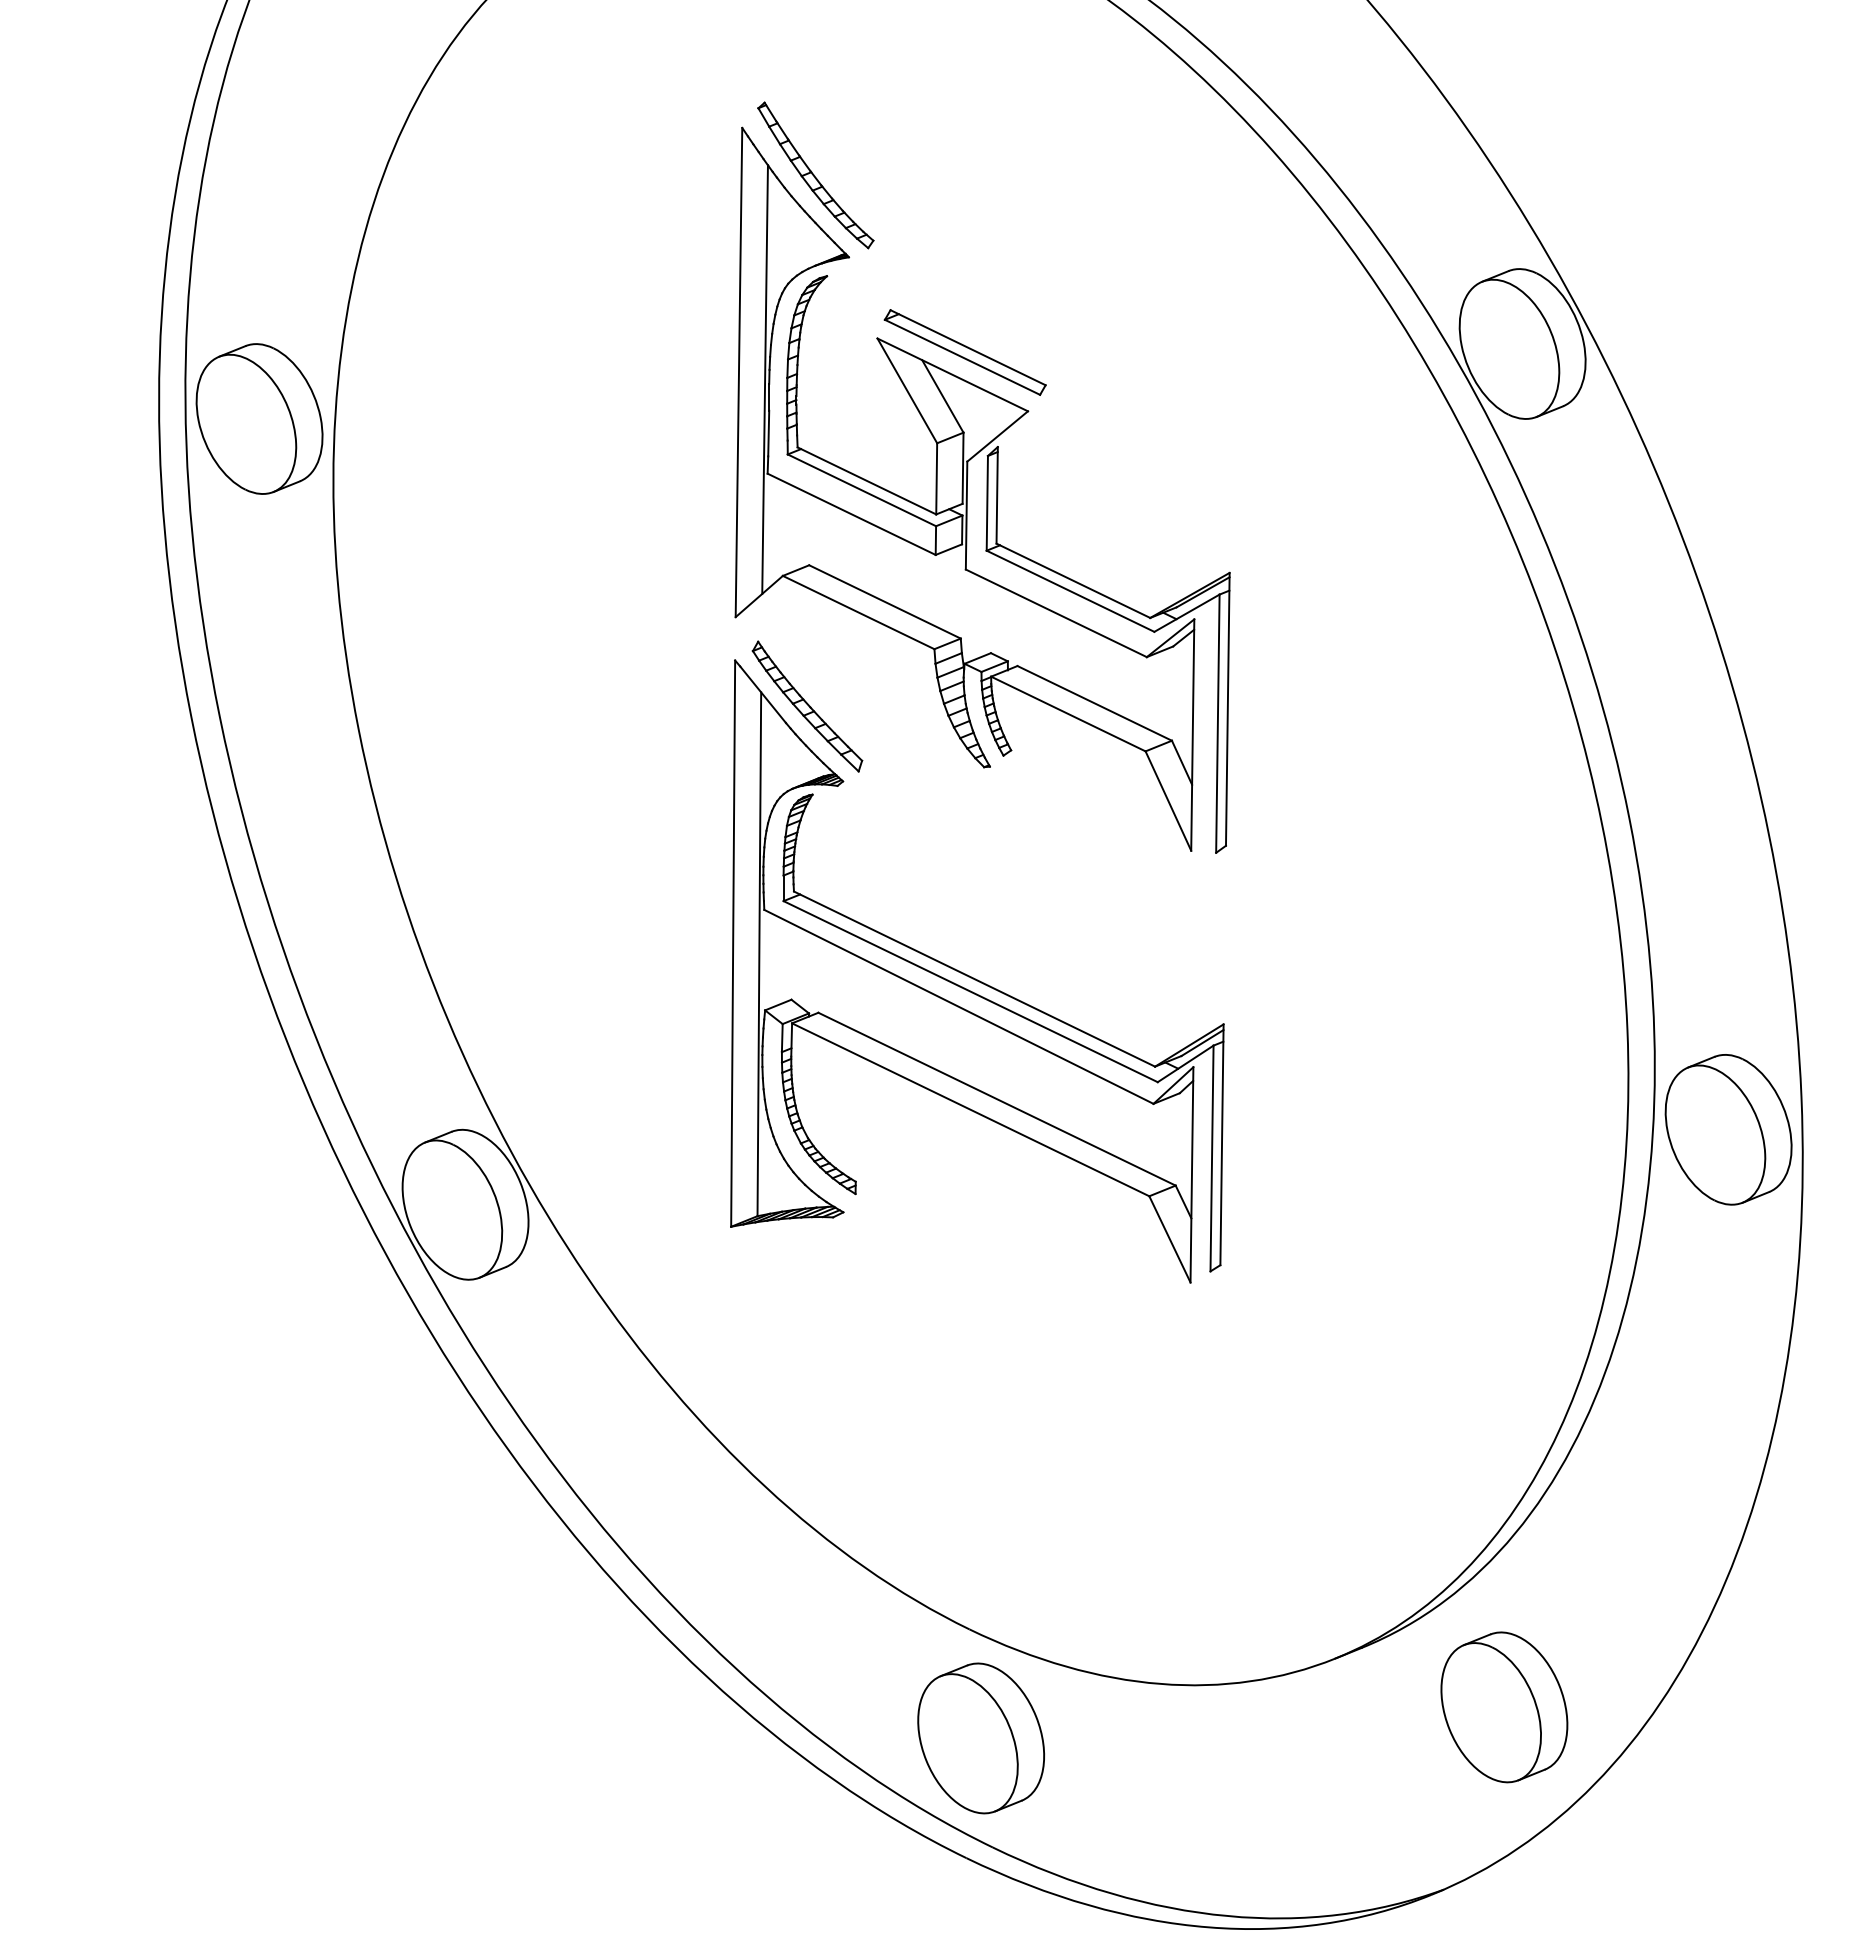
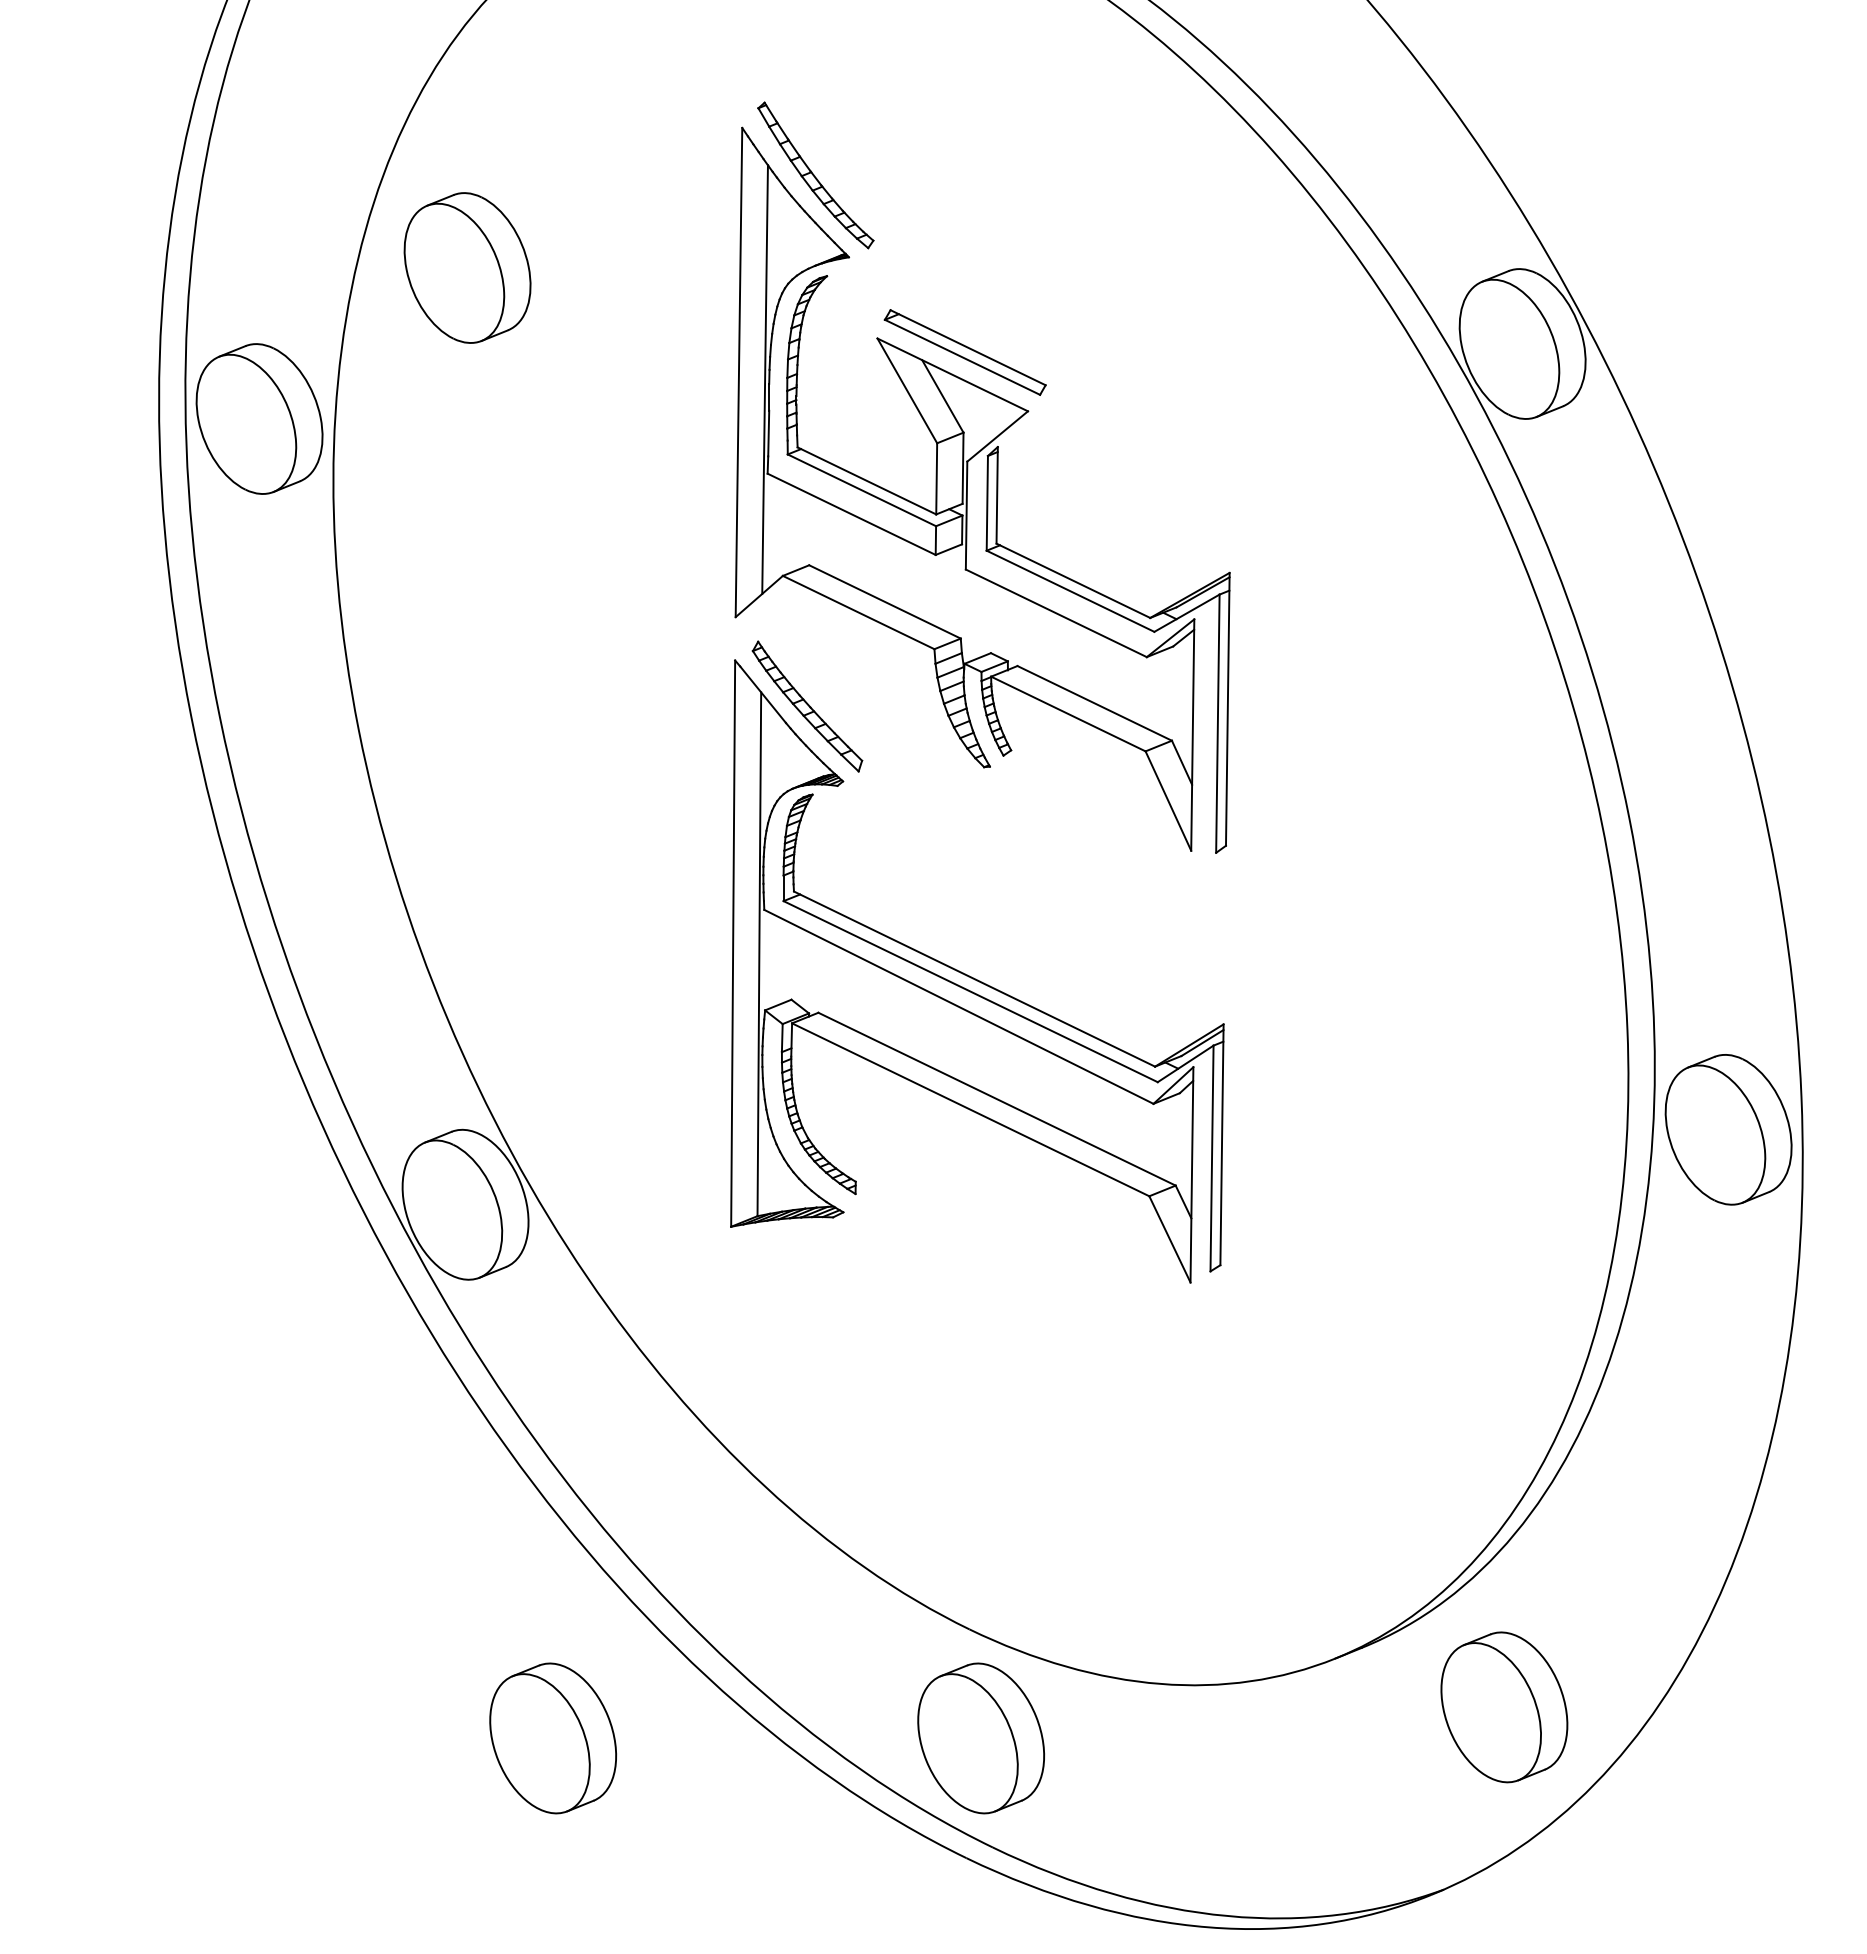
part at (467, 267): none -> present
part at (553, 1738): none -> present
